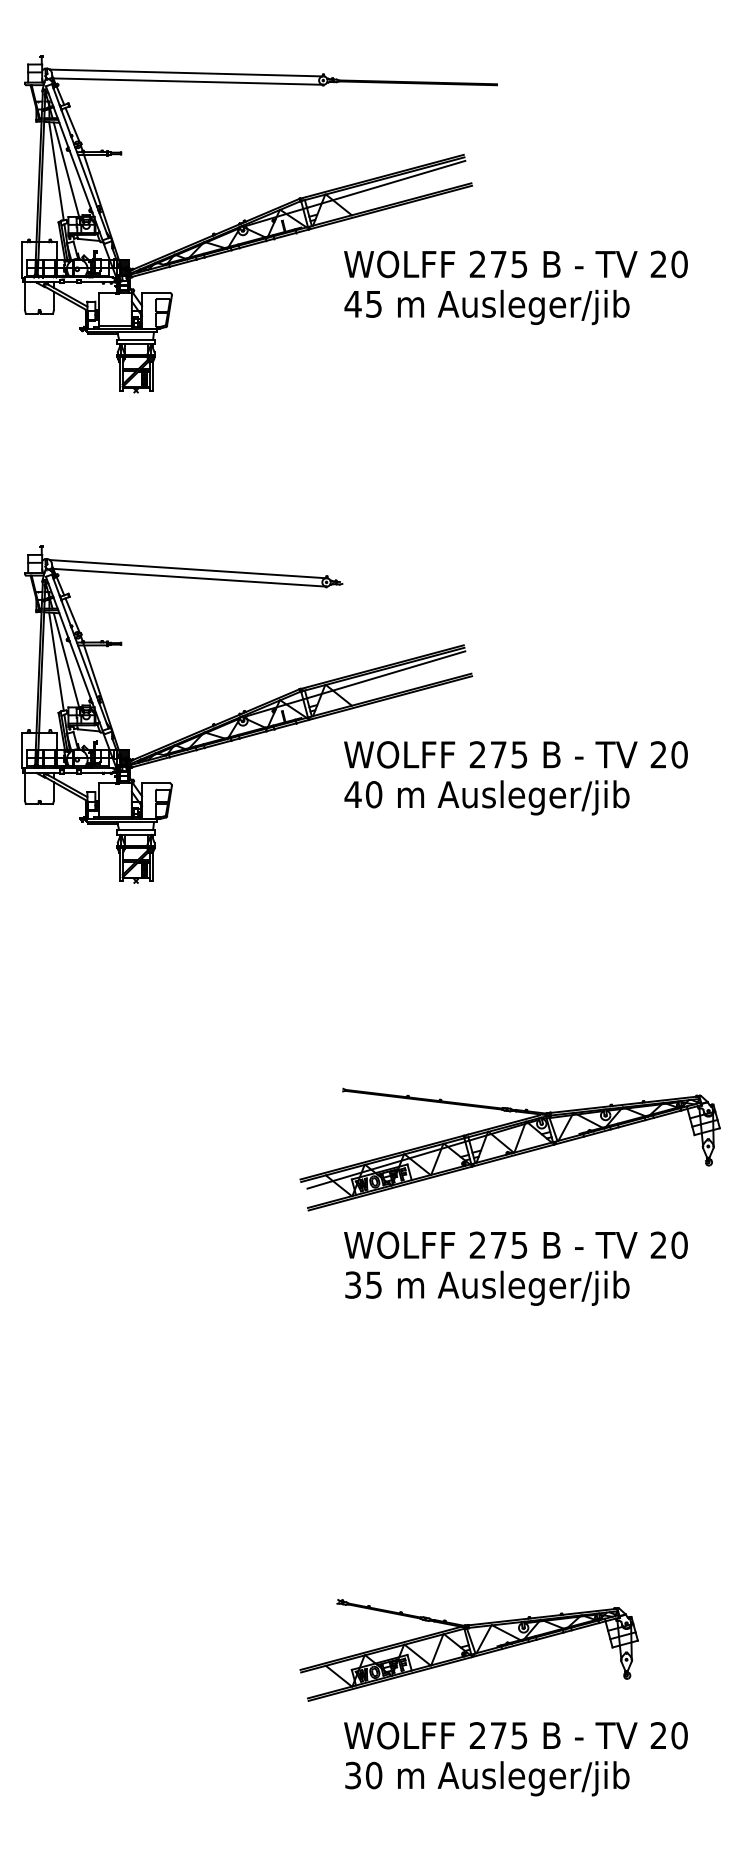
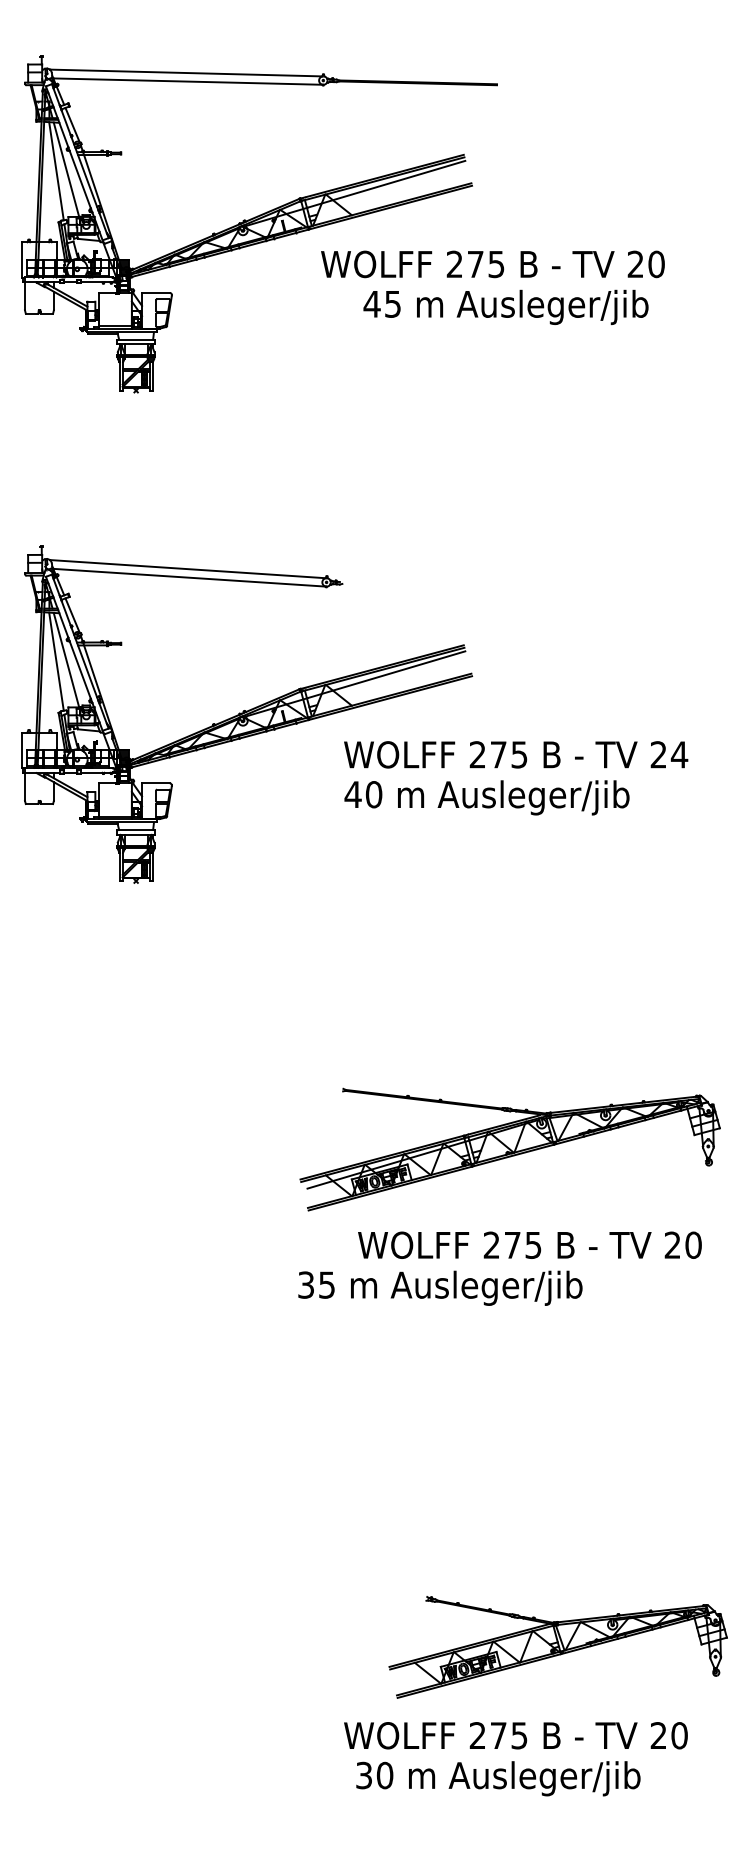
text at (515, 264) position: (515, 264) -> (492, 264)
text at (486, 306) position: (486, 306) -> (505, 306)
text at (679, 754): 20 -> 24
text at (515, 1244) position: (515, 1244) -> (529, 1244)
text at (487, 1287) position: (487, 1287) -> (440, 1287)
part at (468, 1650) position: (468, 1650) -> (557, 1647)
text at (487, 1778) position: (487, 1778) -> (498, 1778)
